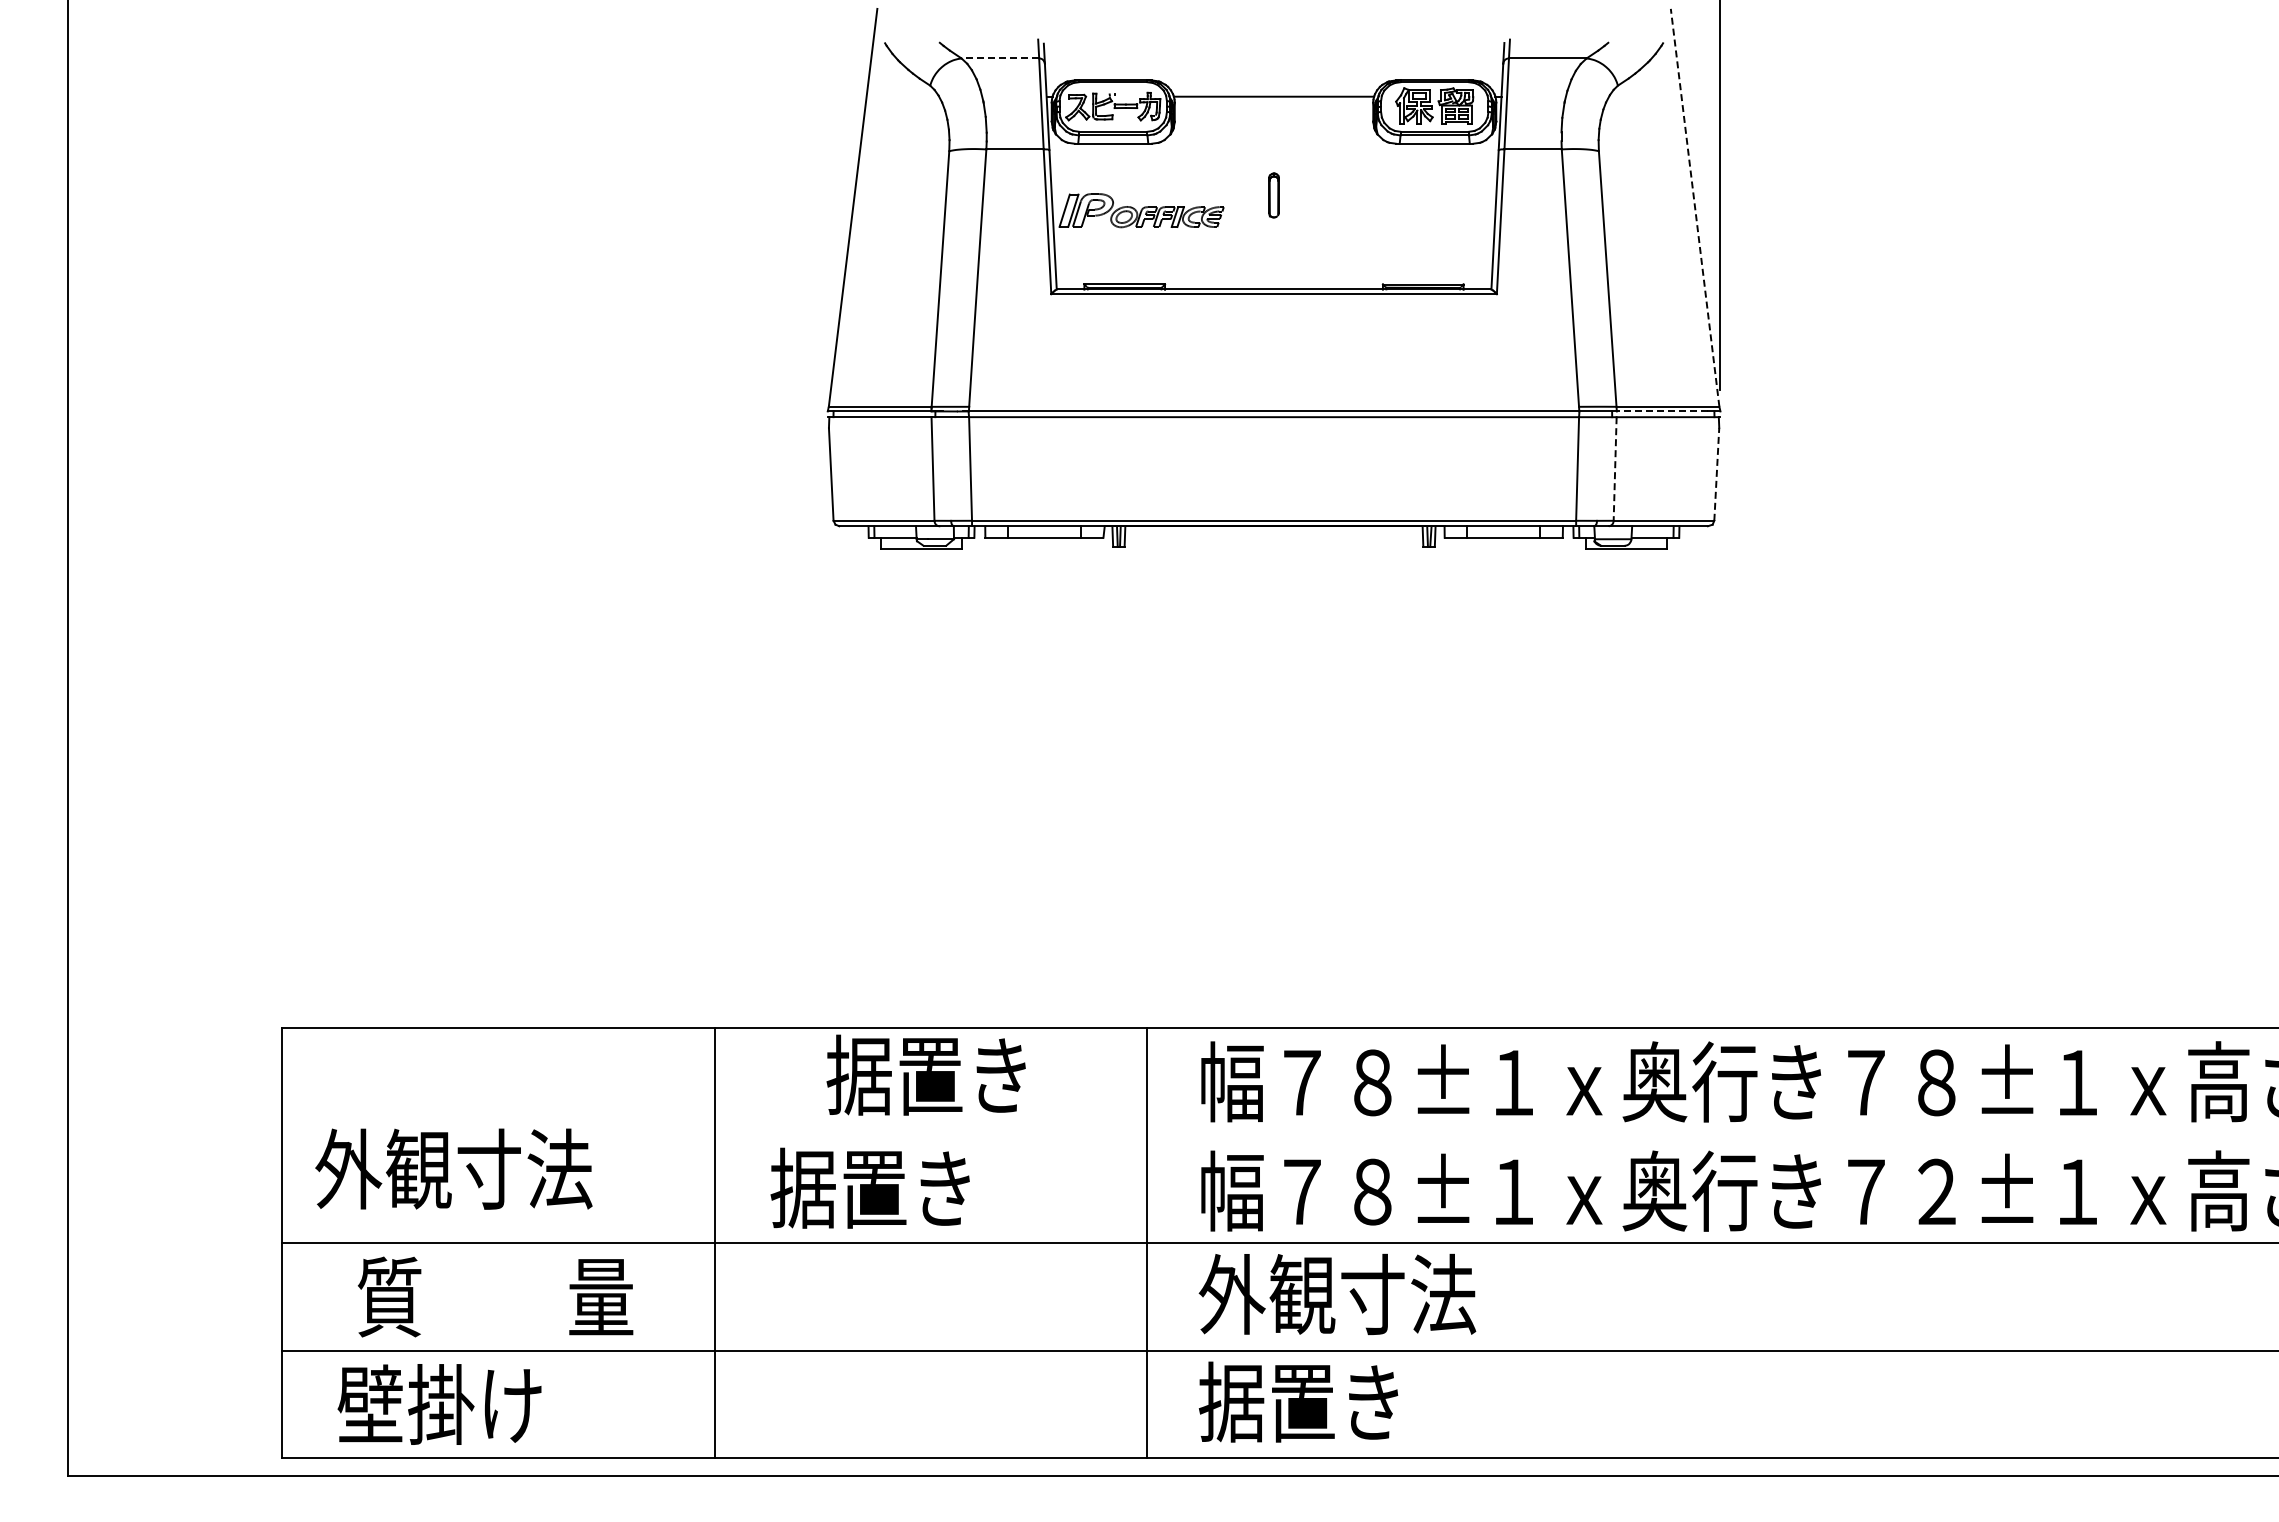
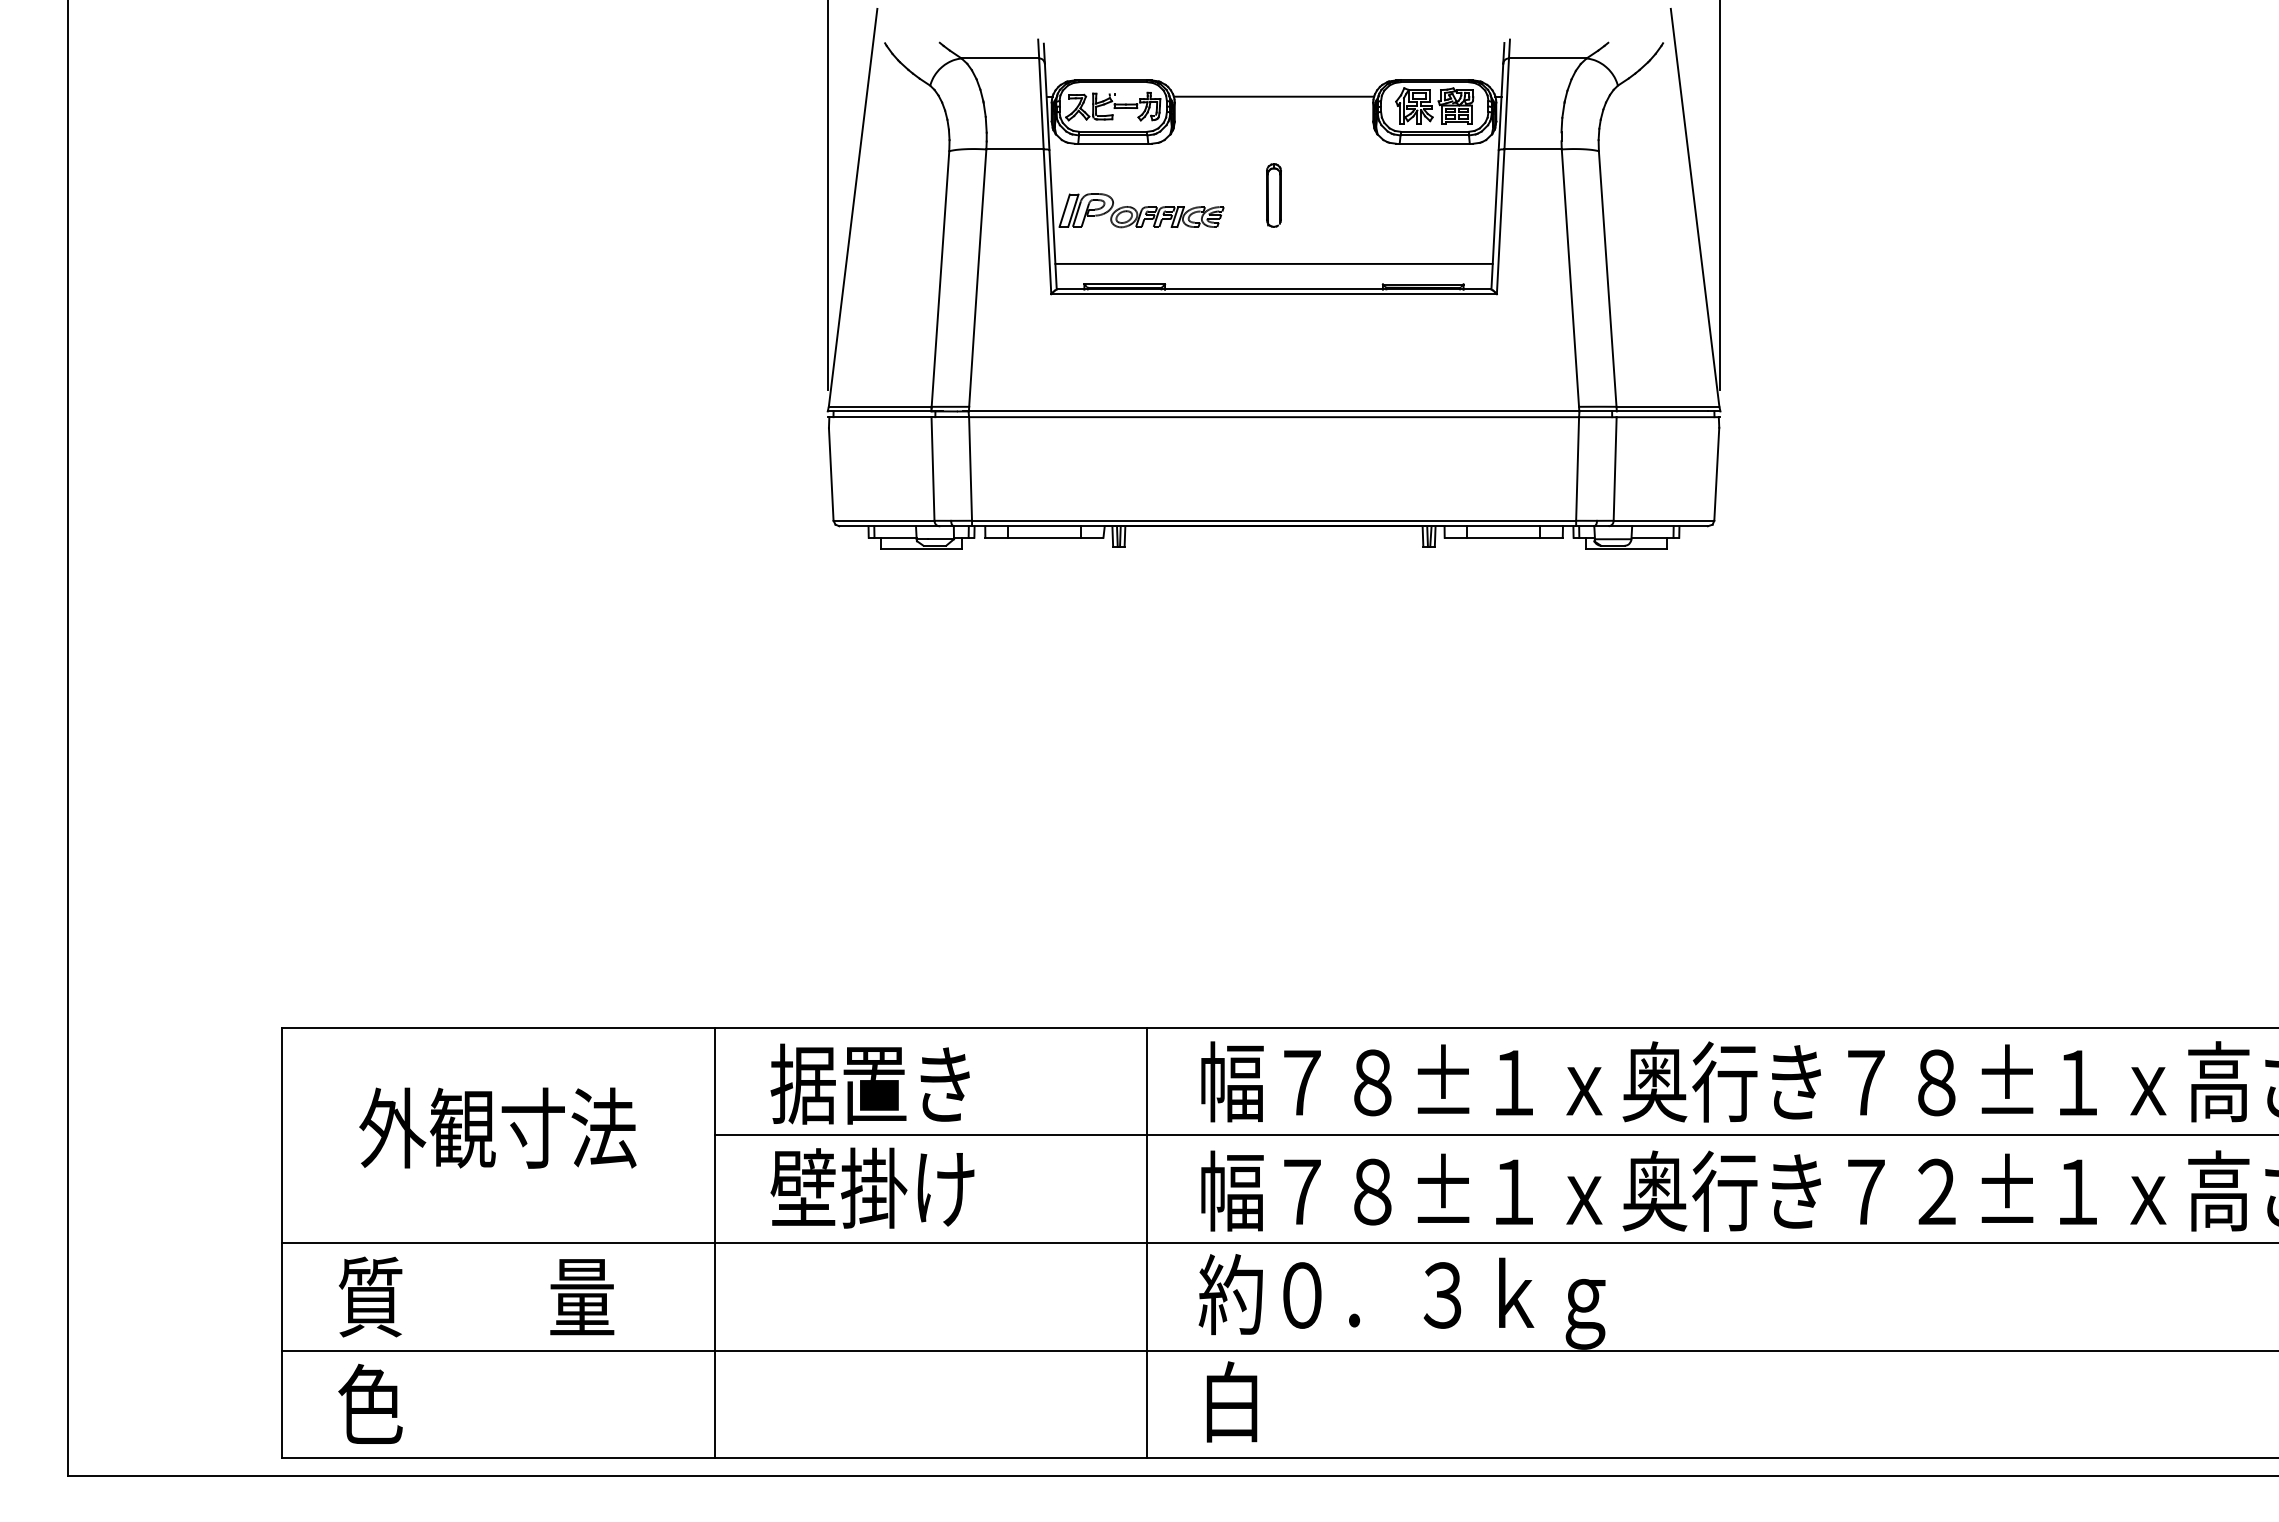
line at (1000, 58): dashed -> solid
line at (827, 195): none -> present
part at (1273, 195) size: 12x47 px -> 16x65 px
line at (1695, 207): dashed -> solid
line at (1273, 263): none -> present
line at (1662, 411): dashed -> solid
line at (1615, 469): dashed -> solid
line at (1716, 474): dashed -> solid
text at (925, 1074) position: (925, 1074) -> (869, 1083)
line at (1494, 1135): none -> present
text at (453, 1168) position: (453, 1168) -> (497, 1127)
text at (872, 1187): 据置き -> 壁掛け
text at (495, 1296) position: (495, 1296) -> (476, 1296)
text at (1401, 1301): 外観寸法 -> 約０．３ｋｇ
text at (1298, 1401): 据置き -> 白
text at (439, 1403): 壁掛け -> 色
